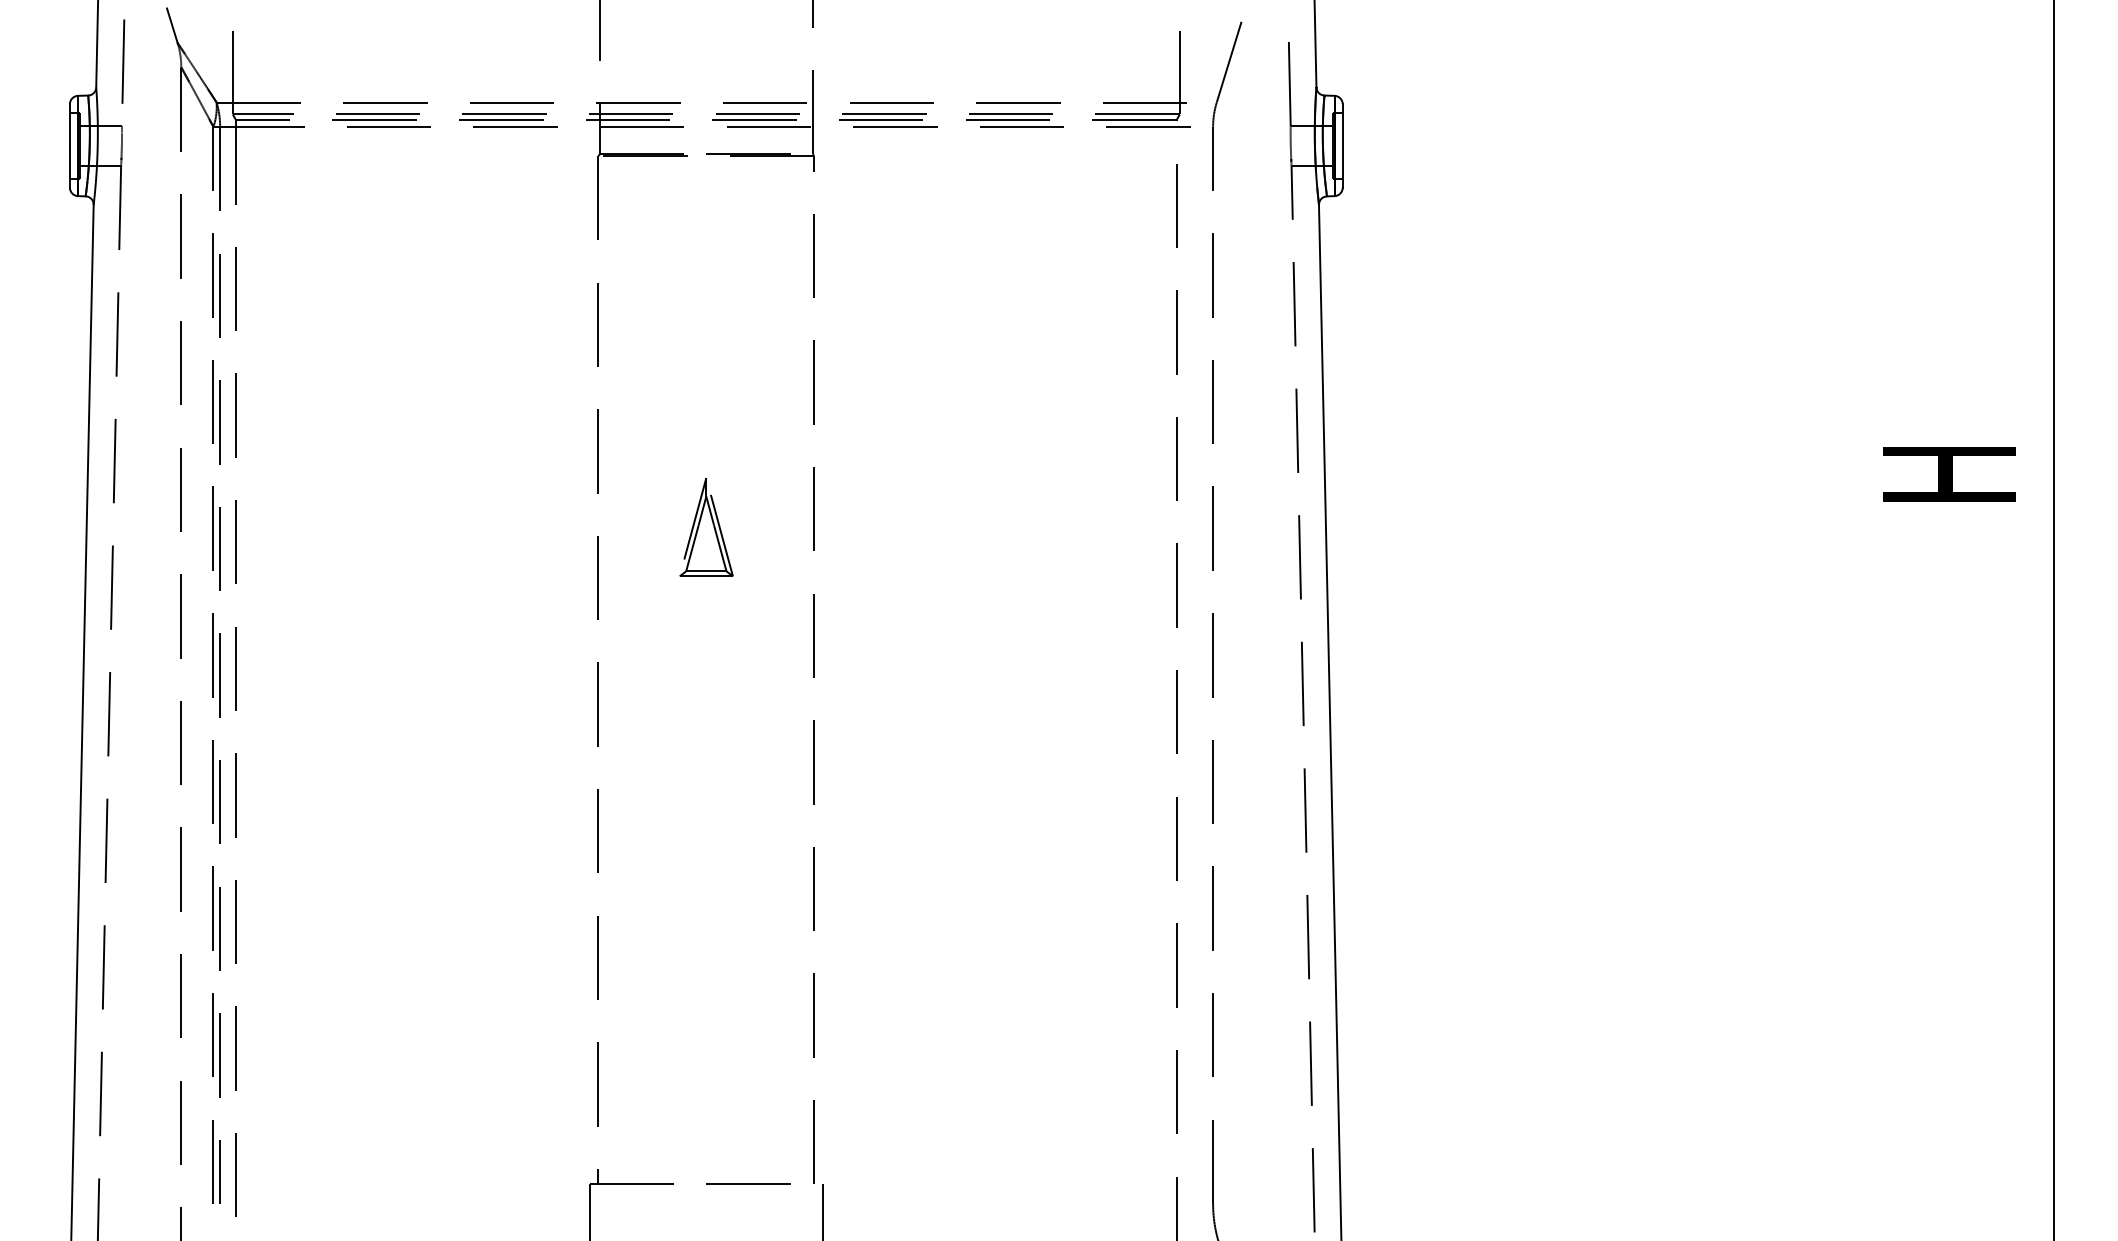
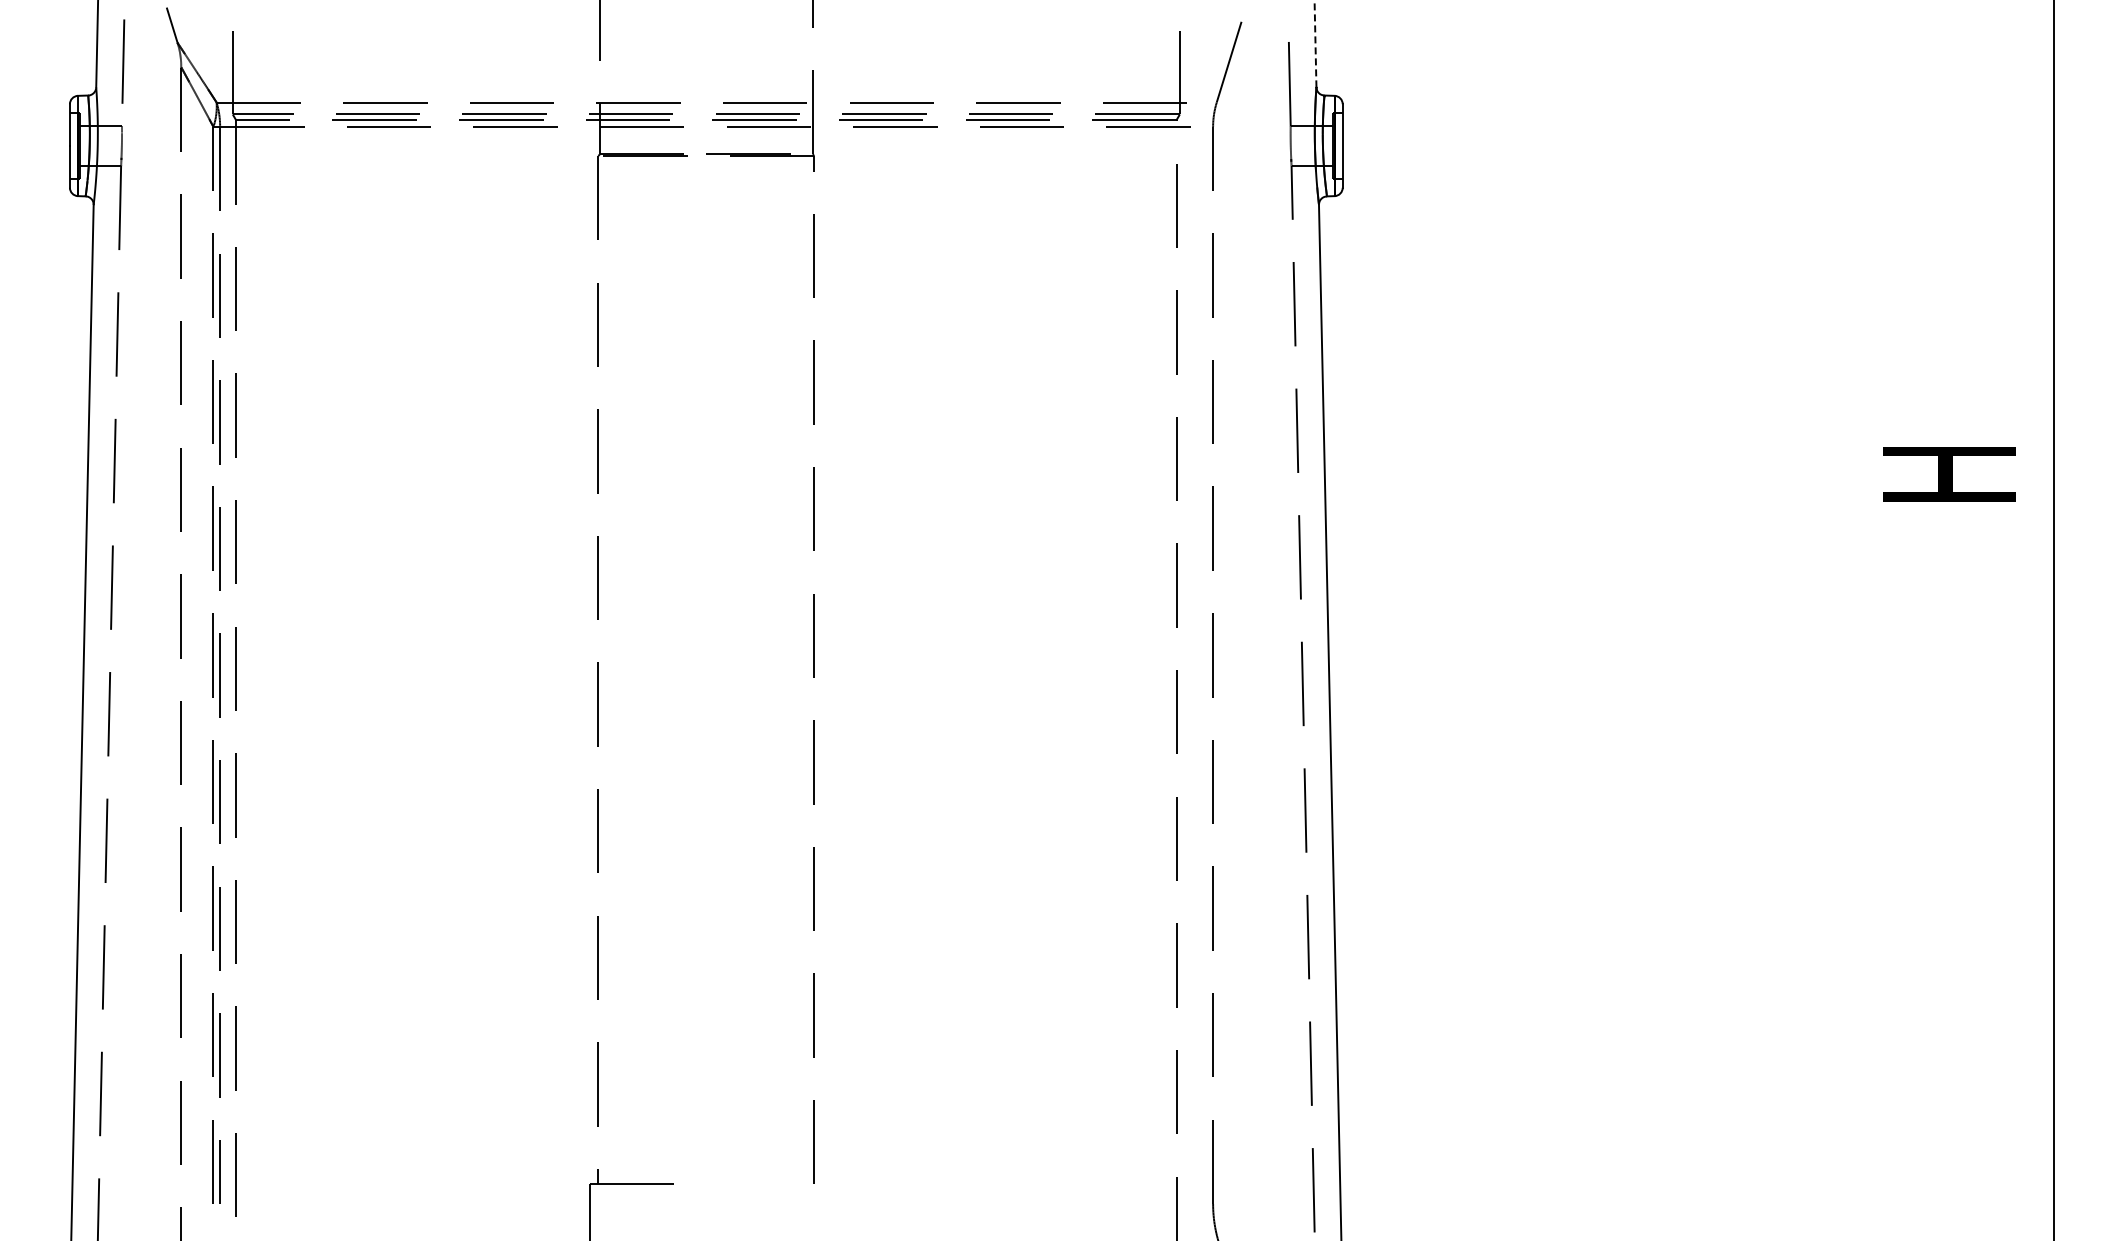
line at (1315, 43): solid -> dashed
part at (706, 527): present -> none
line at (748, 1183): present -> none
line at (822, 1210): present -> none
